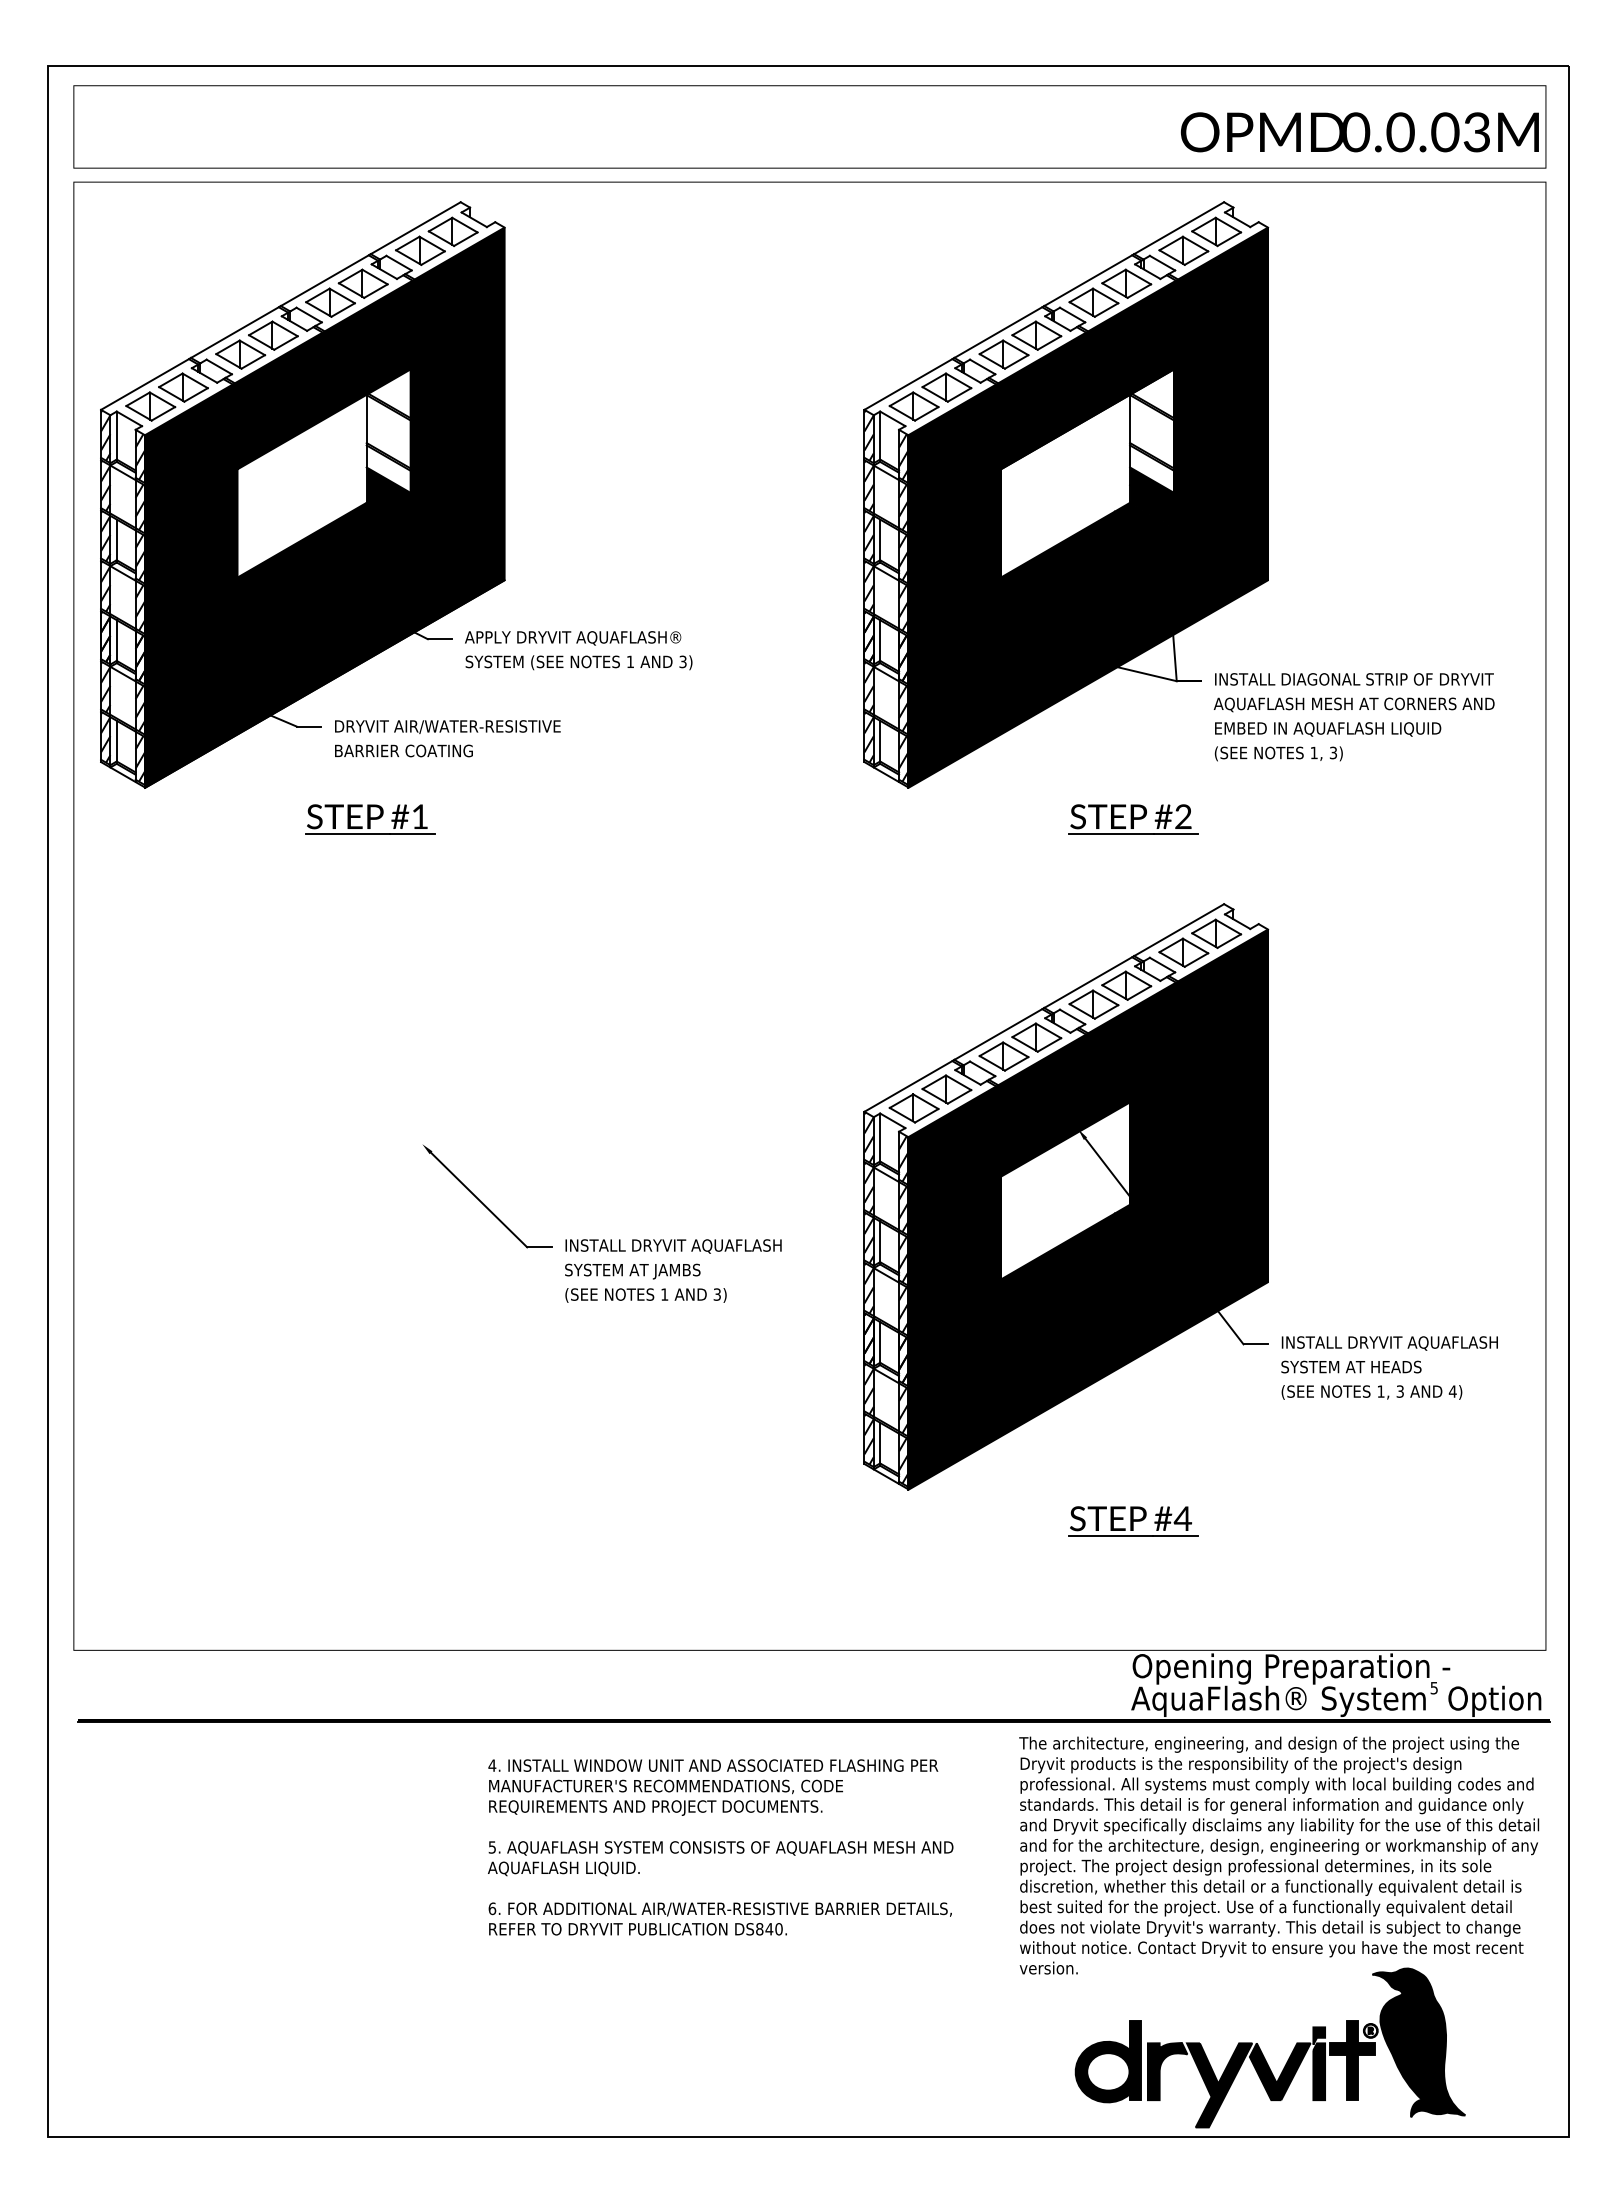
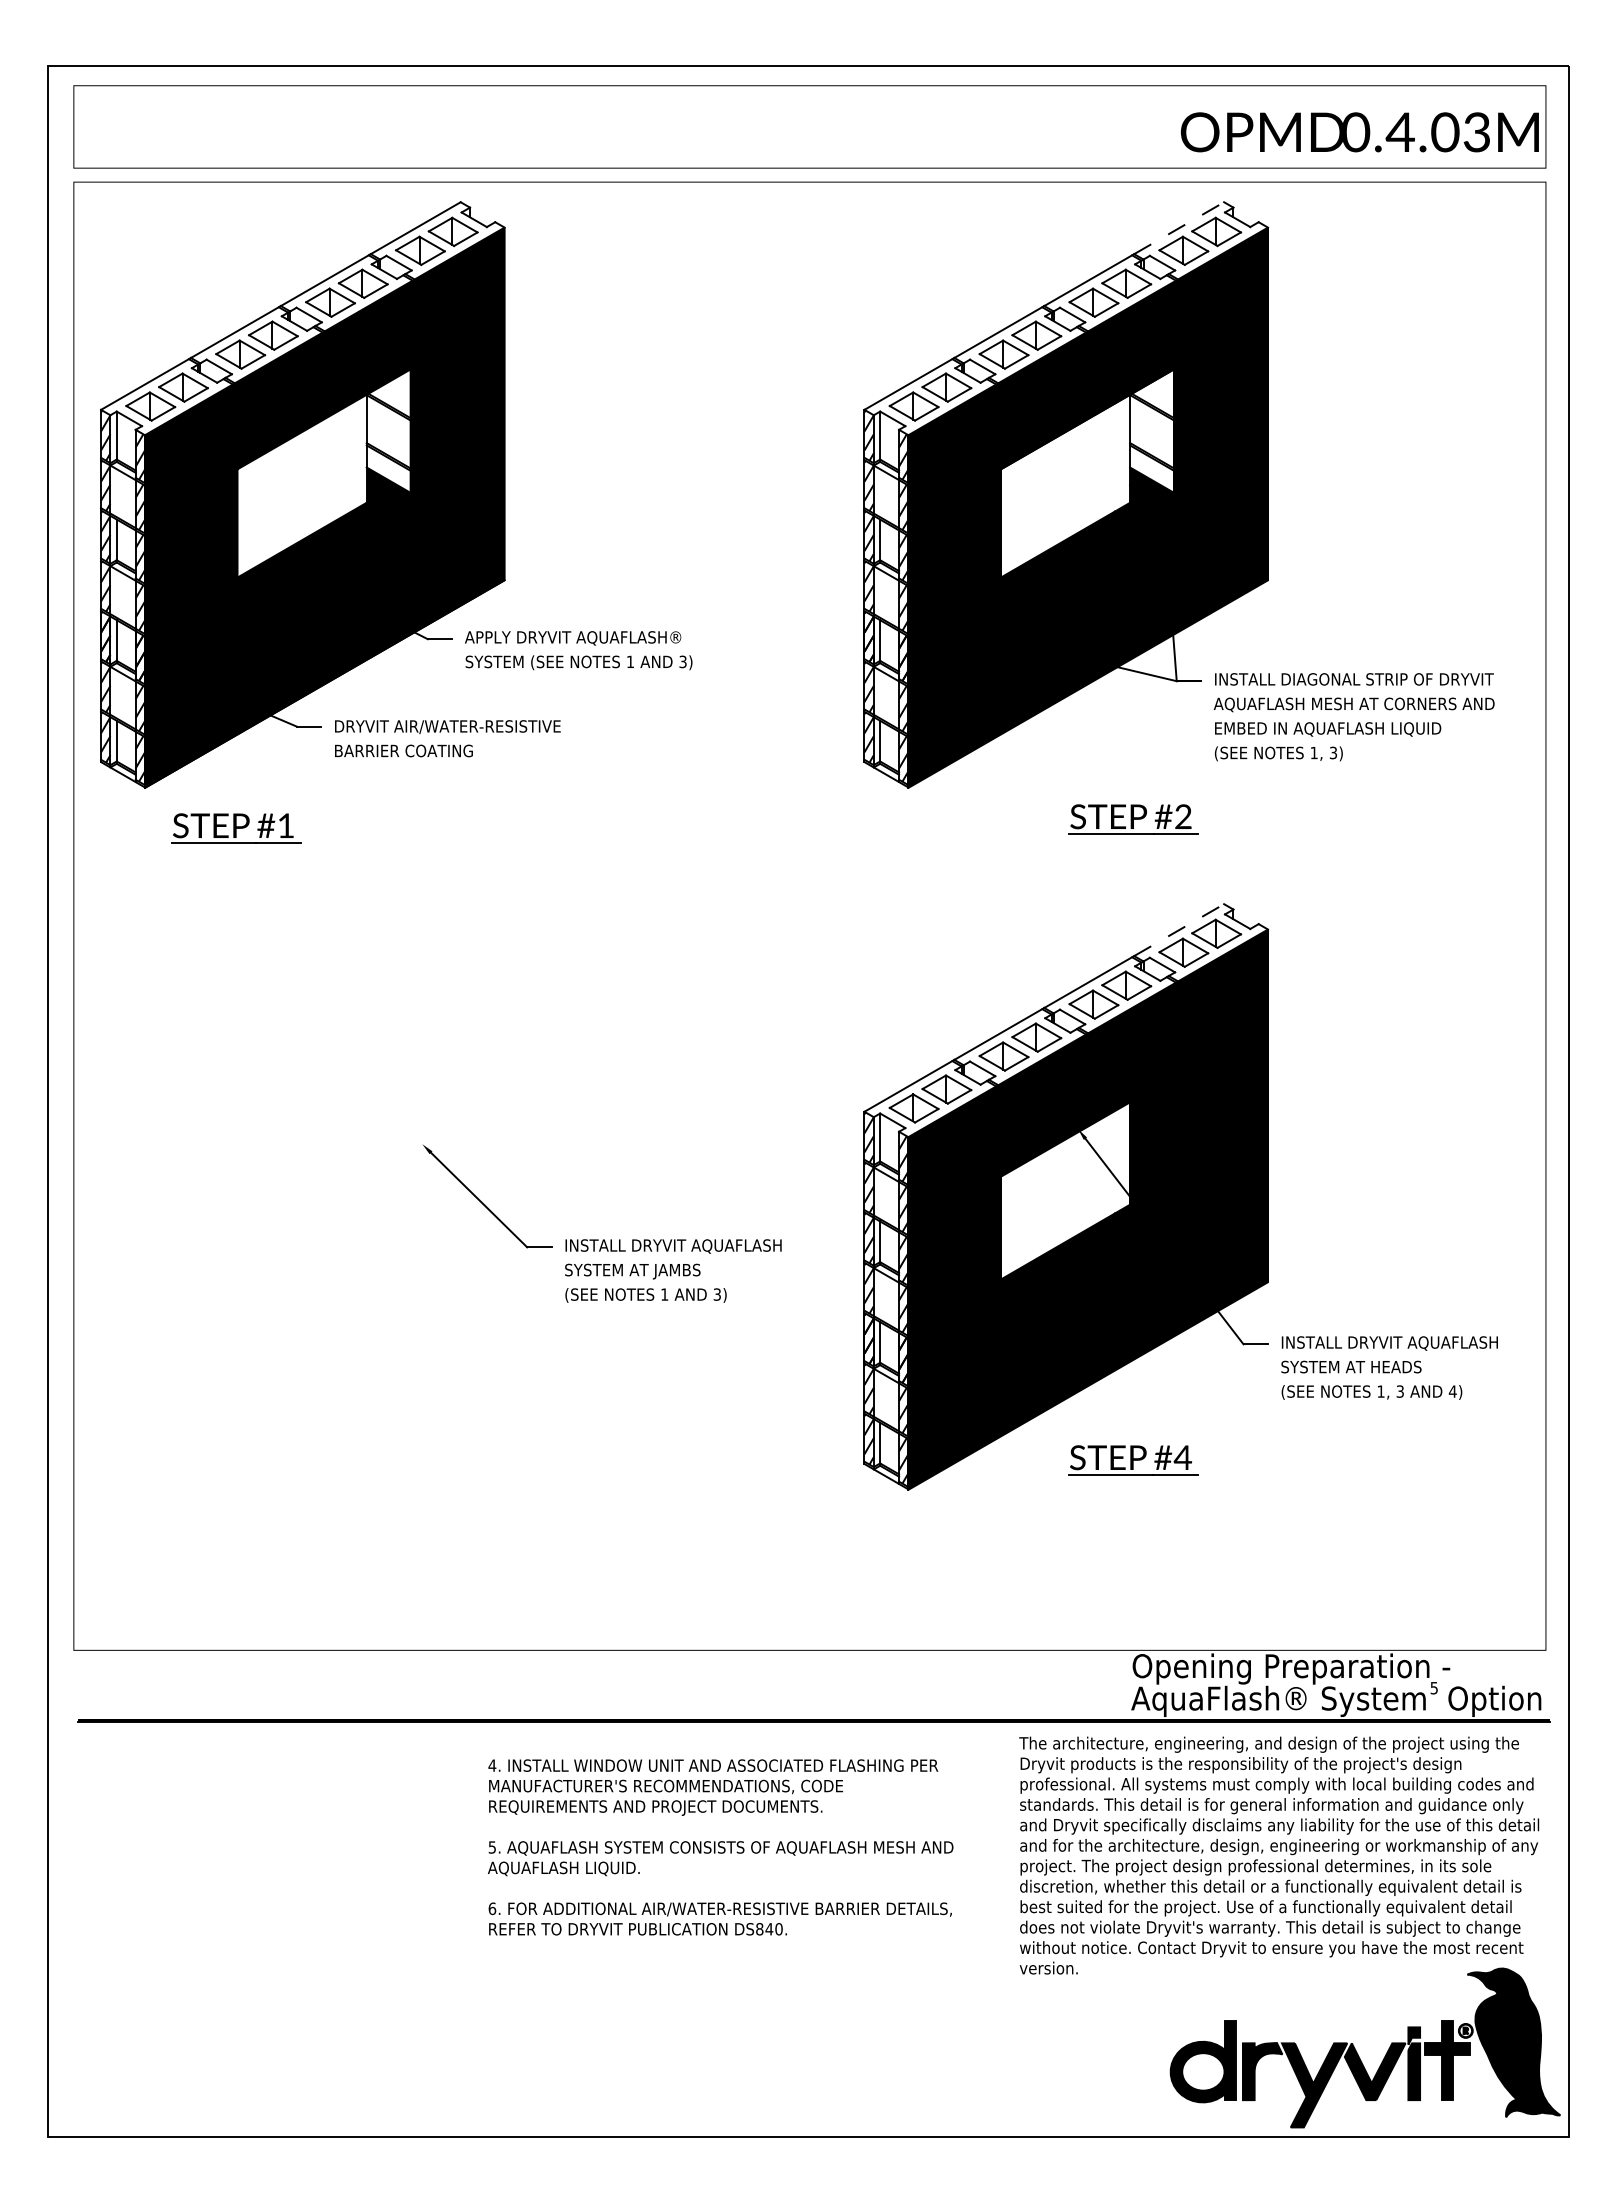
text at (1399, 132): 0.0.03M -> 0.4.03M
line at (1179, 228): solid -> dashed
part at (370, 819) position: (370, 819) -> (236, 828)
line at (1179, 930): solid -> dashed
part at (1133, 1521) position: (1133, 1521) -> (1133, 1460)
part at (1261, 2050) position: (1261, 2050) -> (1356, 2050)
